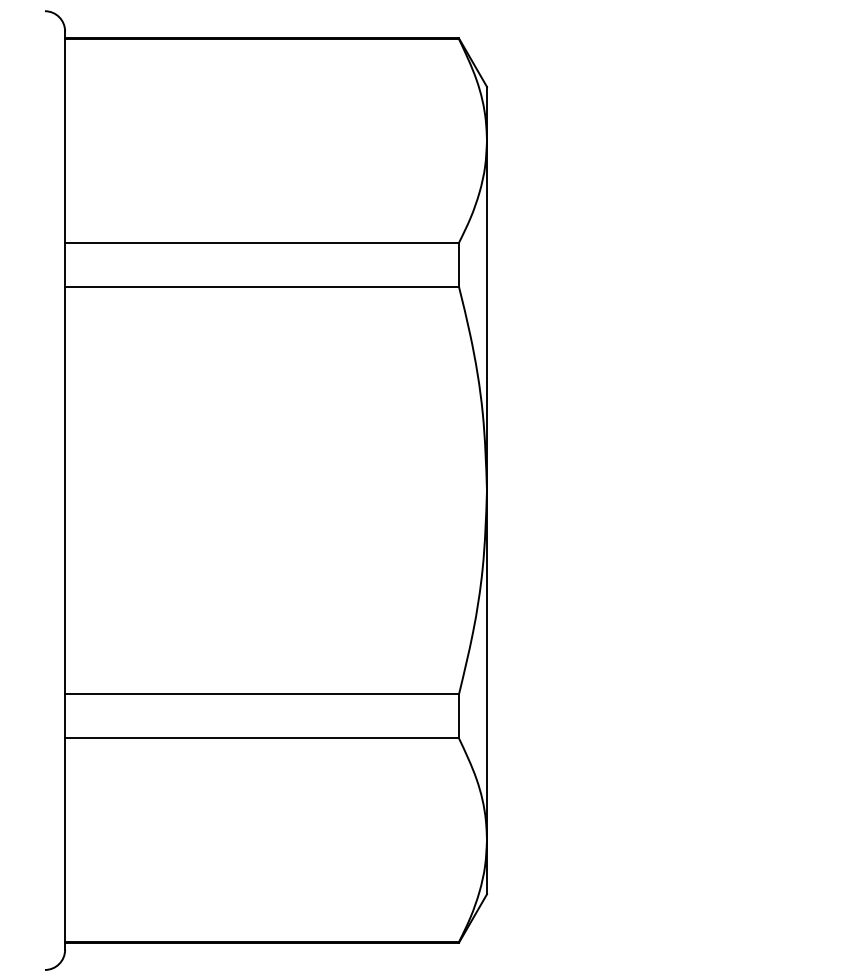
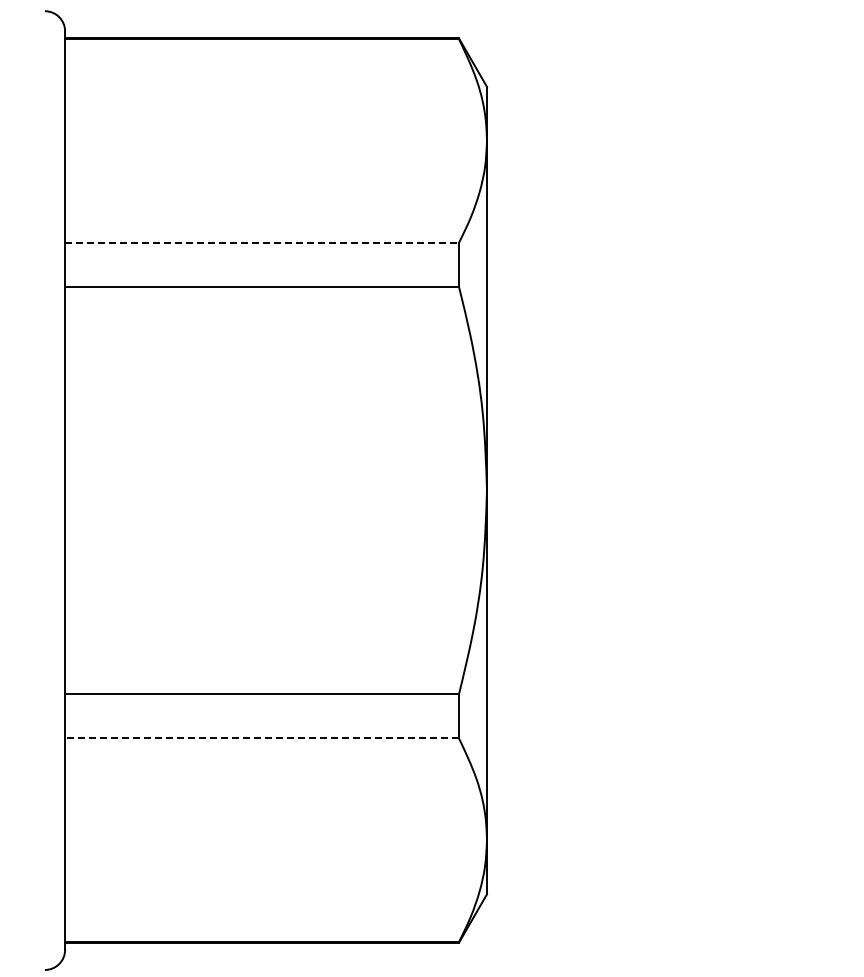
line at (262, 242): solid -> dashed
line at (262, 738): solid -> dashed
